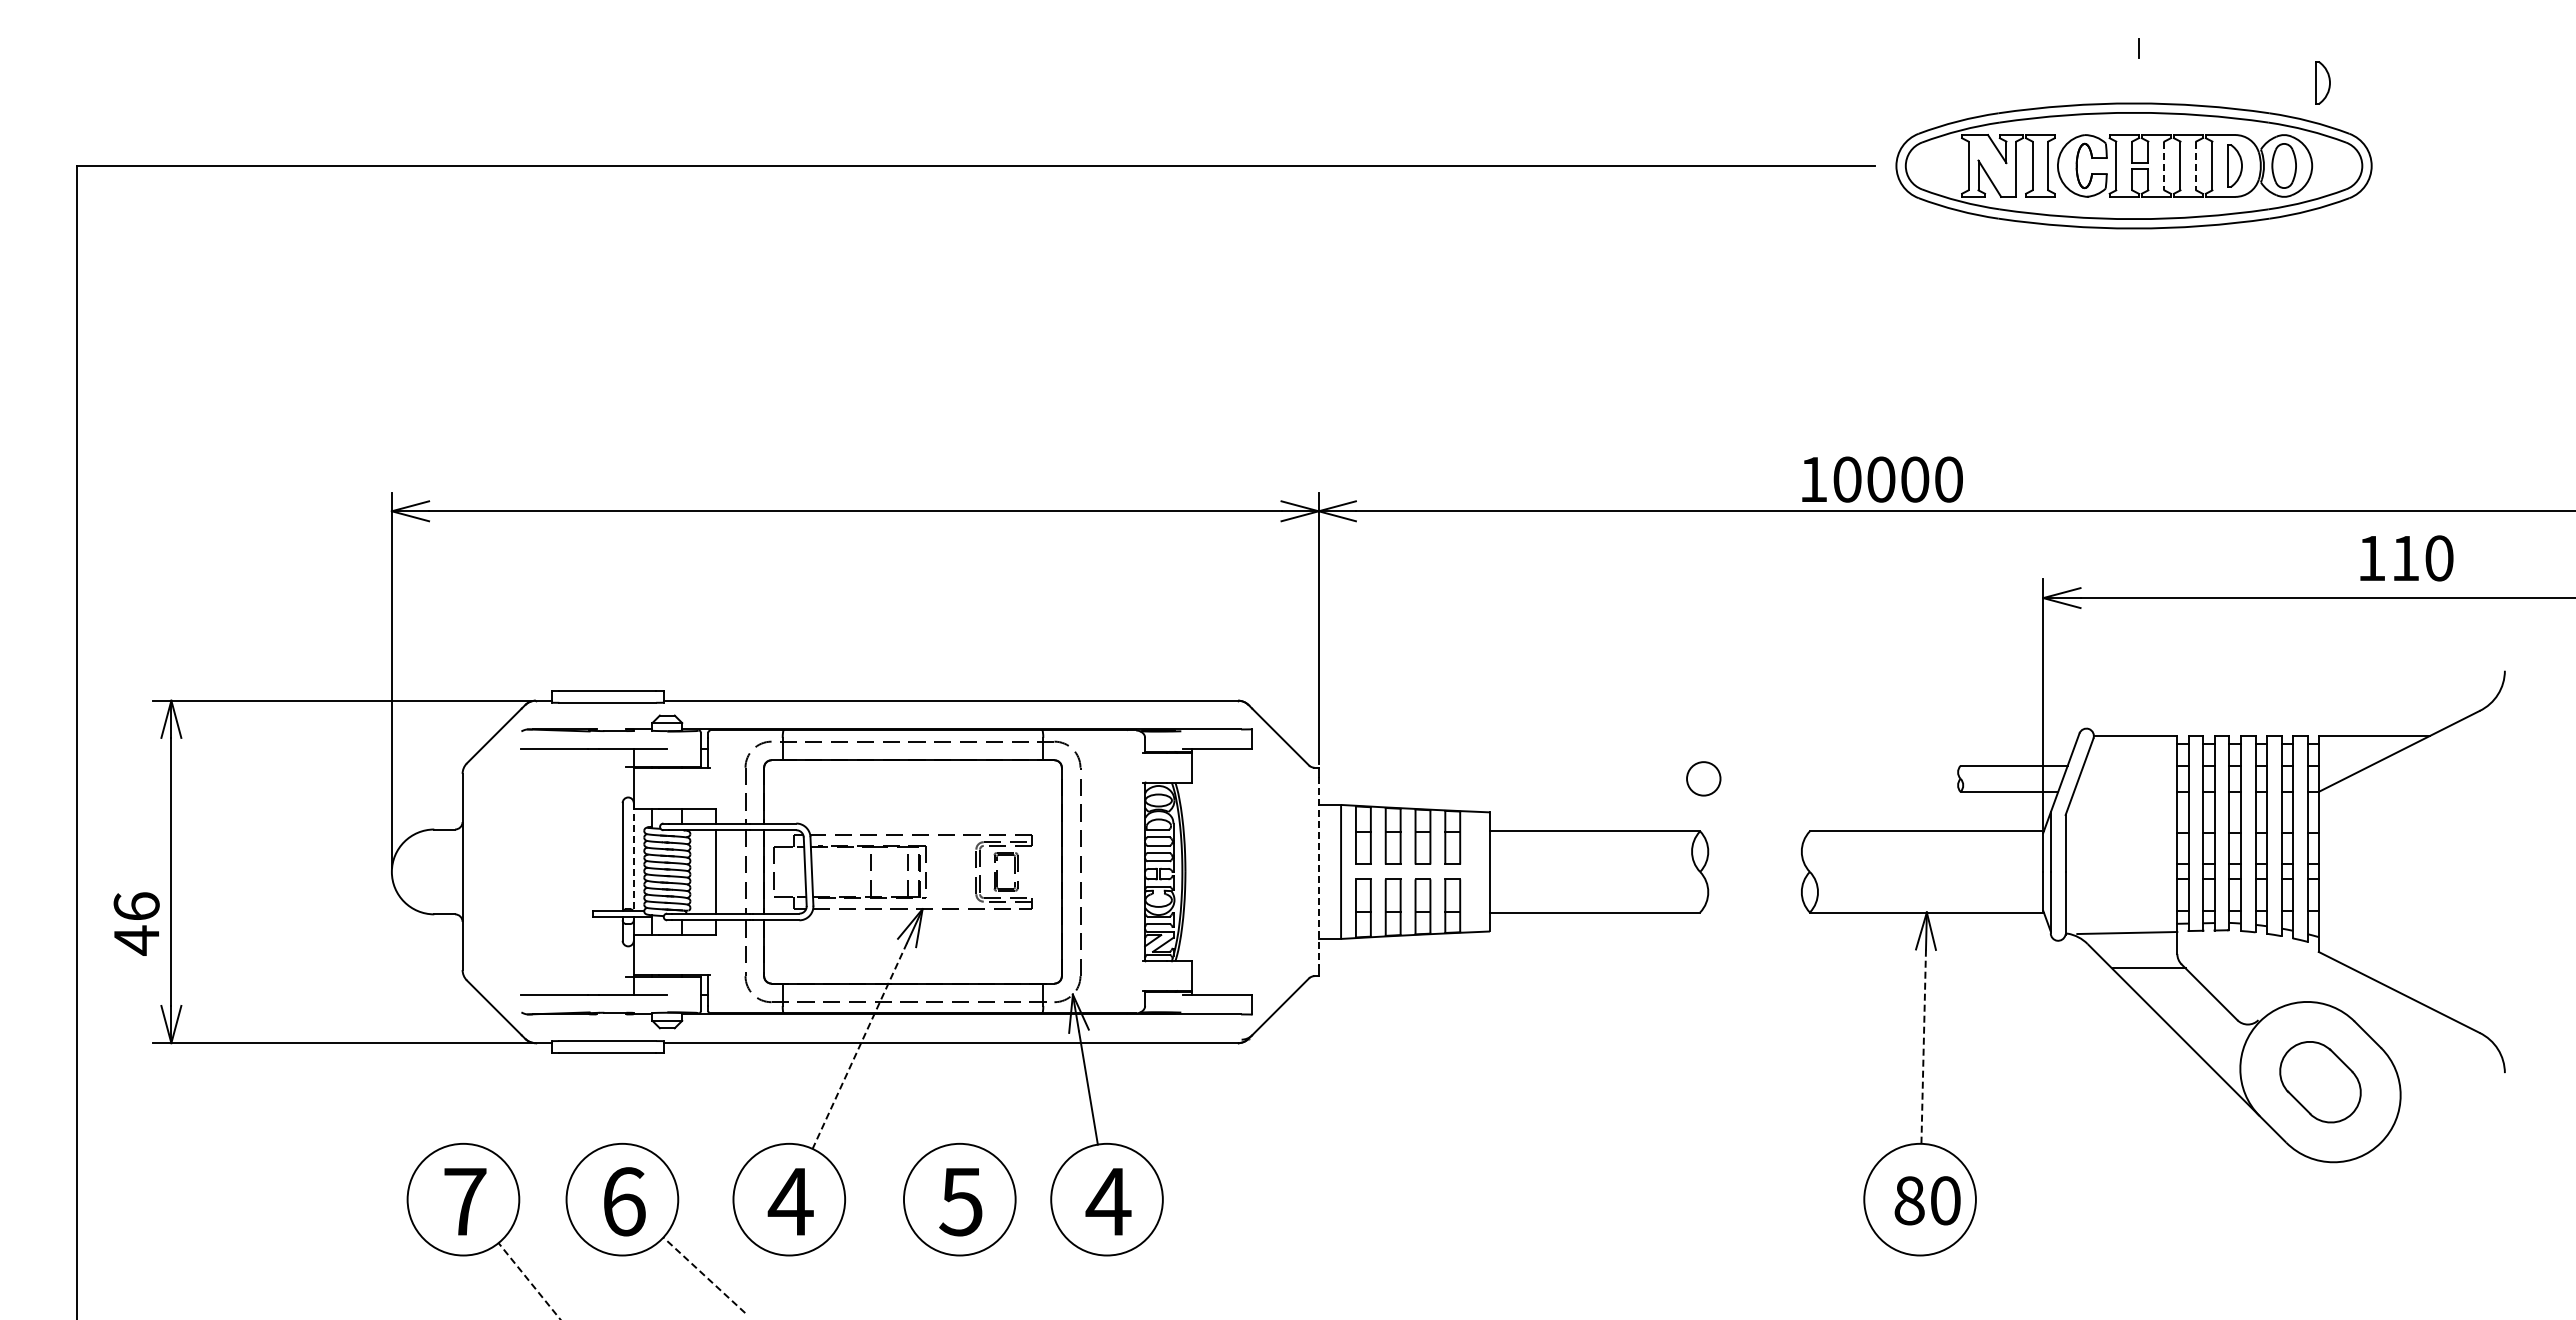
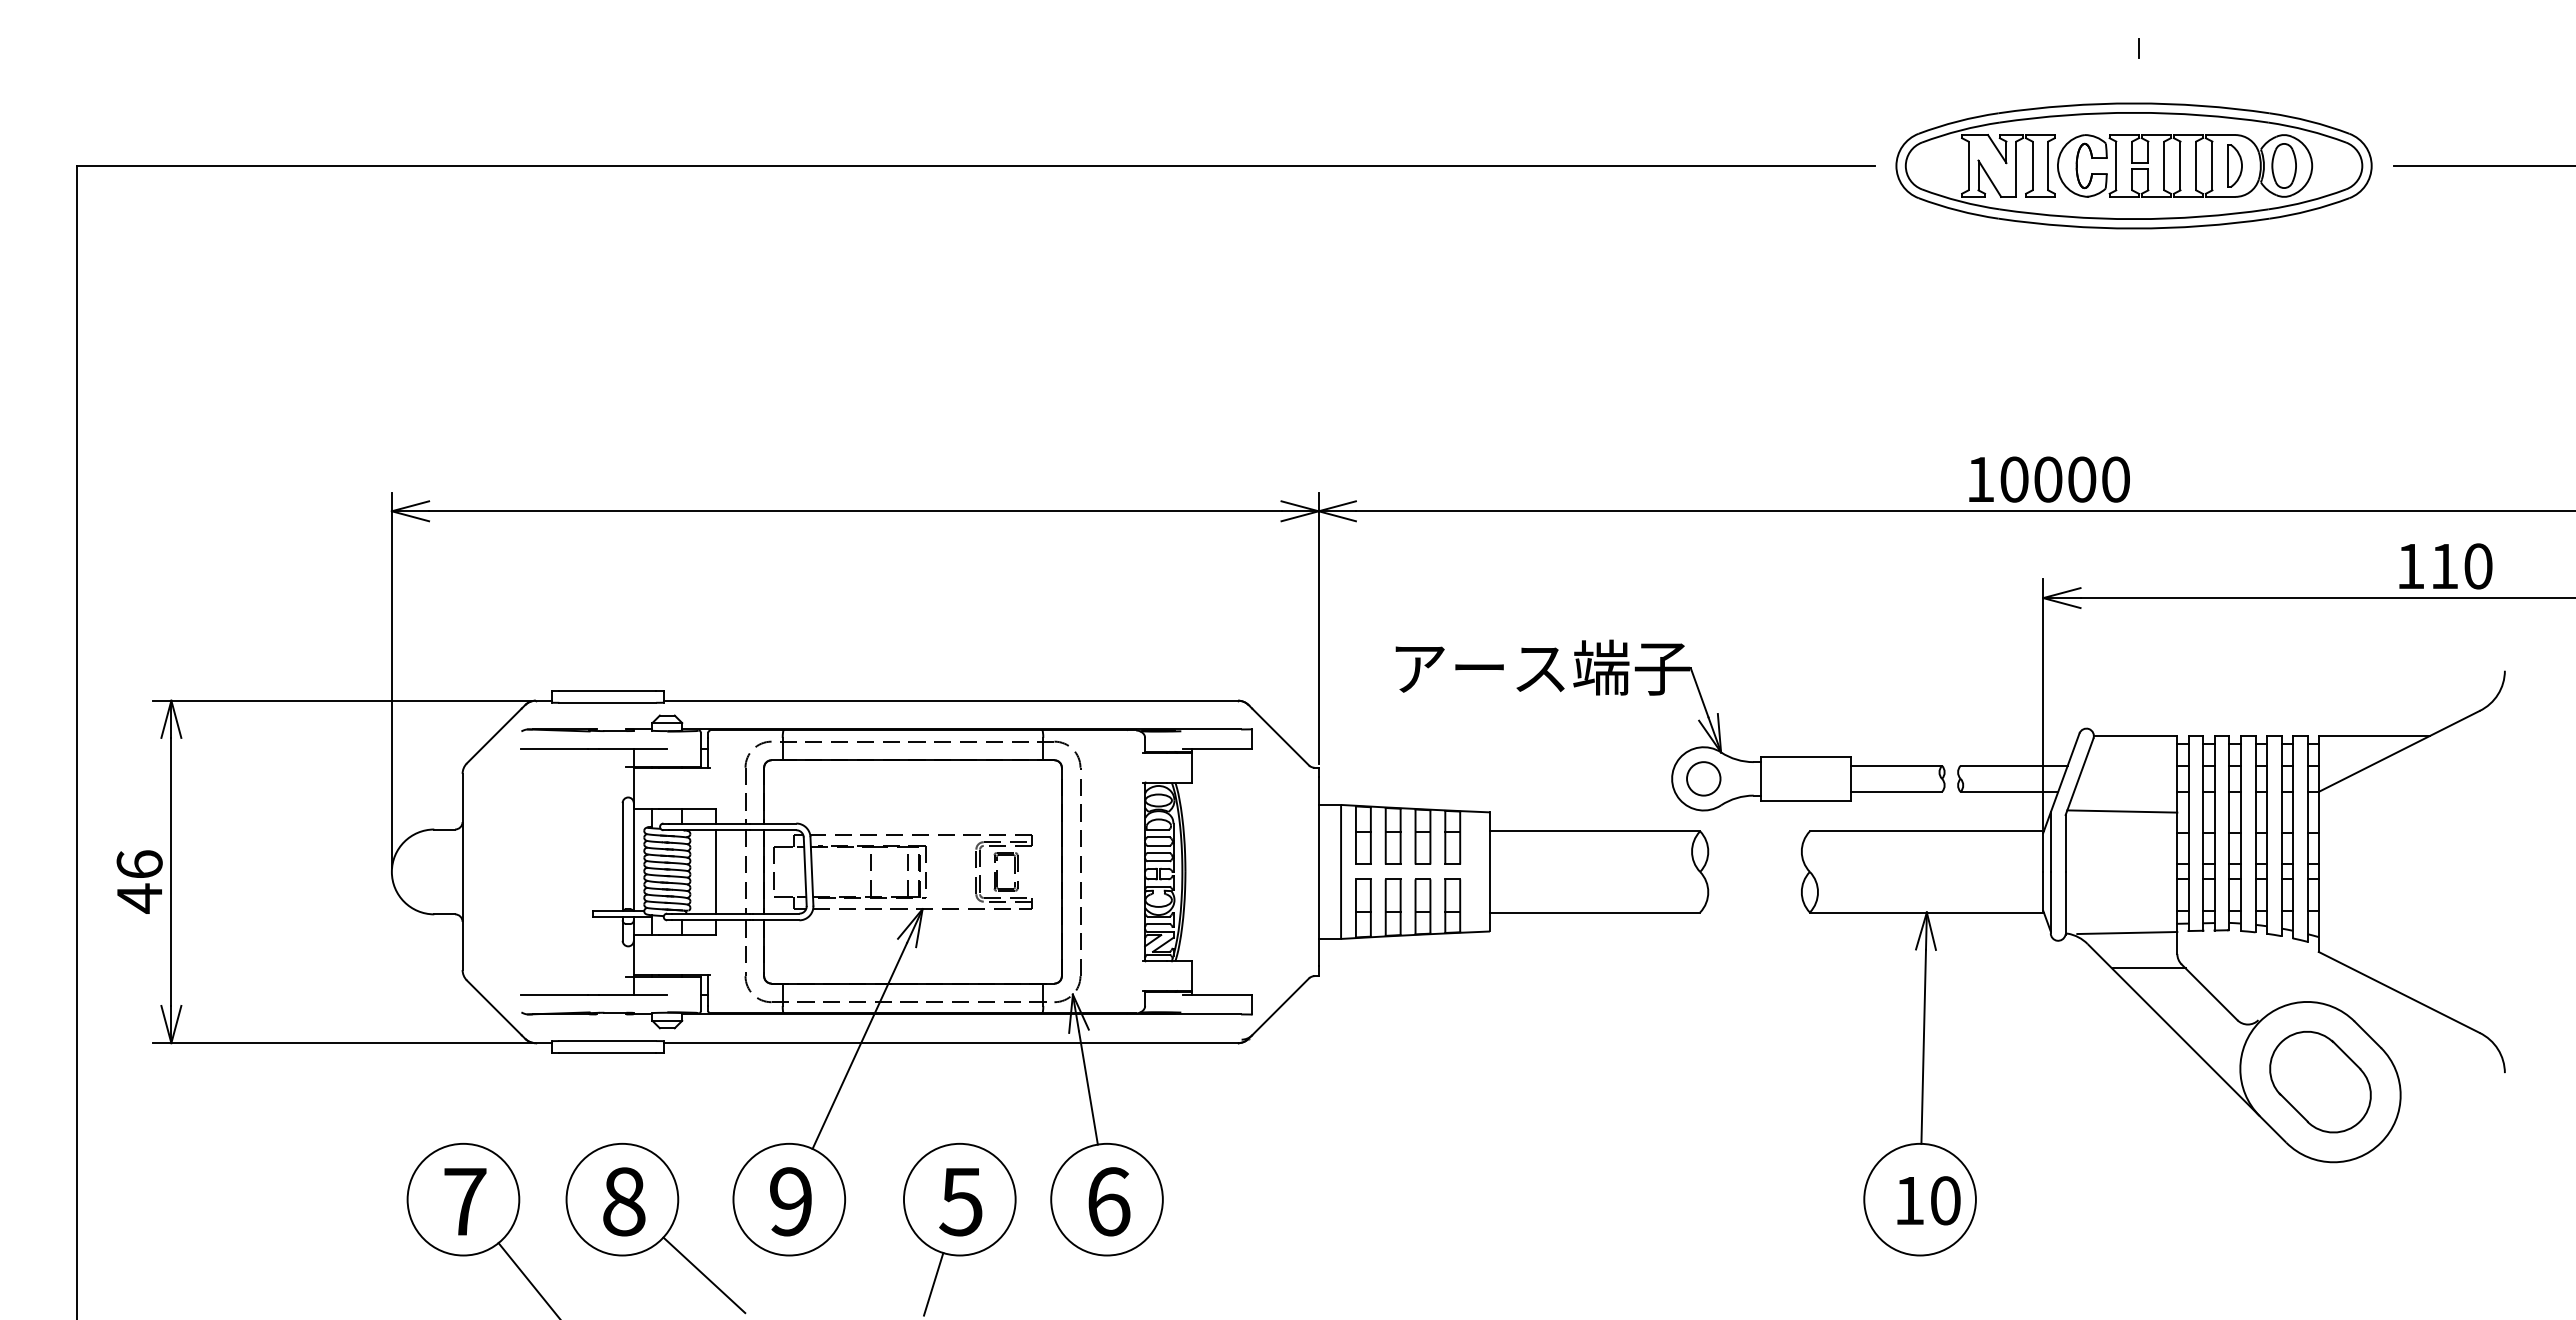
part at (2322, 82): present -> none
line at (2482, 165): none -> present
line at (2164, 166): dashed -> solid
line at (2196, 166): dashed -> solid
text at (1882, 479) position: (1882, 479) -> (2049, 479)
text at (2406, 558) position: (2406, 558) -> (2445, 566)
part at (1698, 721): none -> present
line at (2122, 811): none -> present
line at (633, 856): dashed -> solid
line at (1318, 871): dashed -> solid
text at (136, 923) position: (136, 923) -> (139, 881)
line at (859, 1046): dashed -> solid
line at (1923, 1047): dashed -> solid
part at (2320, 1082) size: 83x83 px -> 103x103 px
text at (1909, 1200): 80 -> 10
text at (624, 1201): 6 -> 8
text at (790, 1201): 4 -> 9
text at (1108, 1201): 4 -> 6
line at (704, 1275): dashed -> solid
line at (529, 1281): dashed -> solid
line at (933, 1284): none -> present
